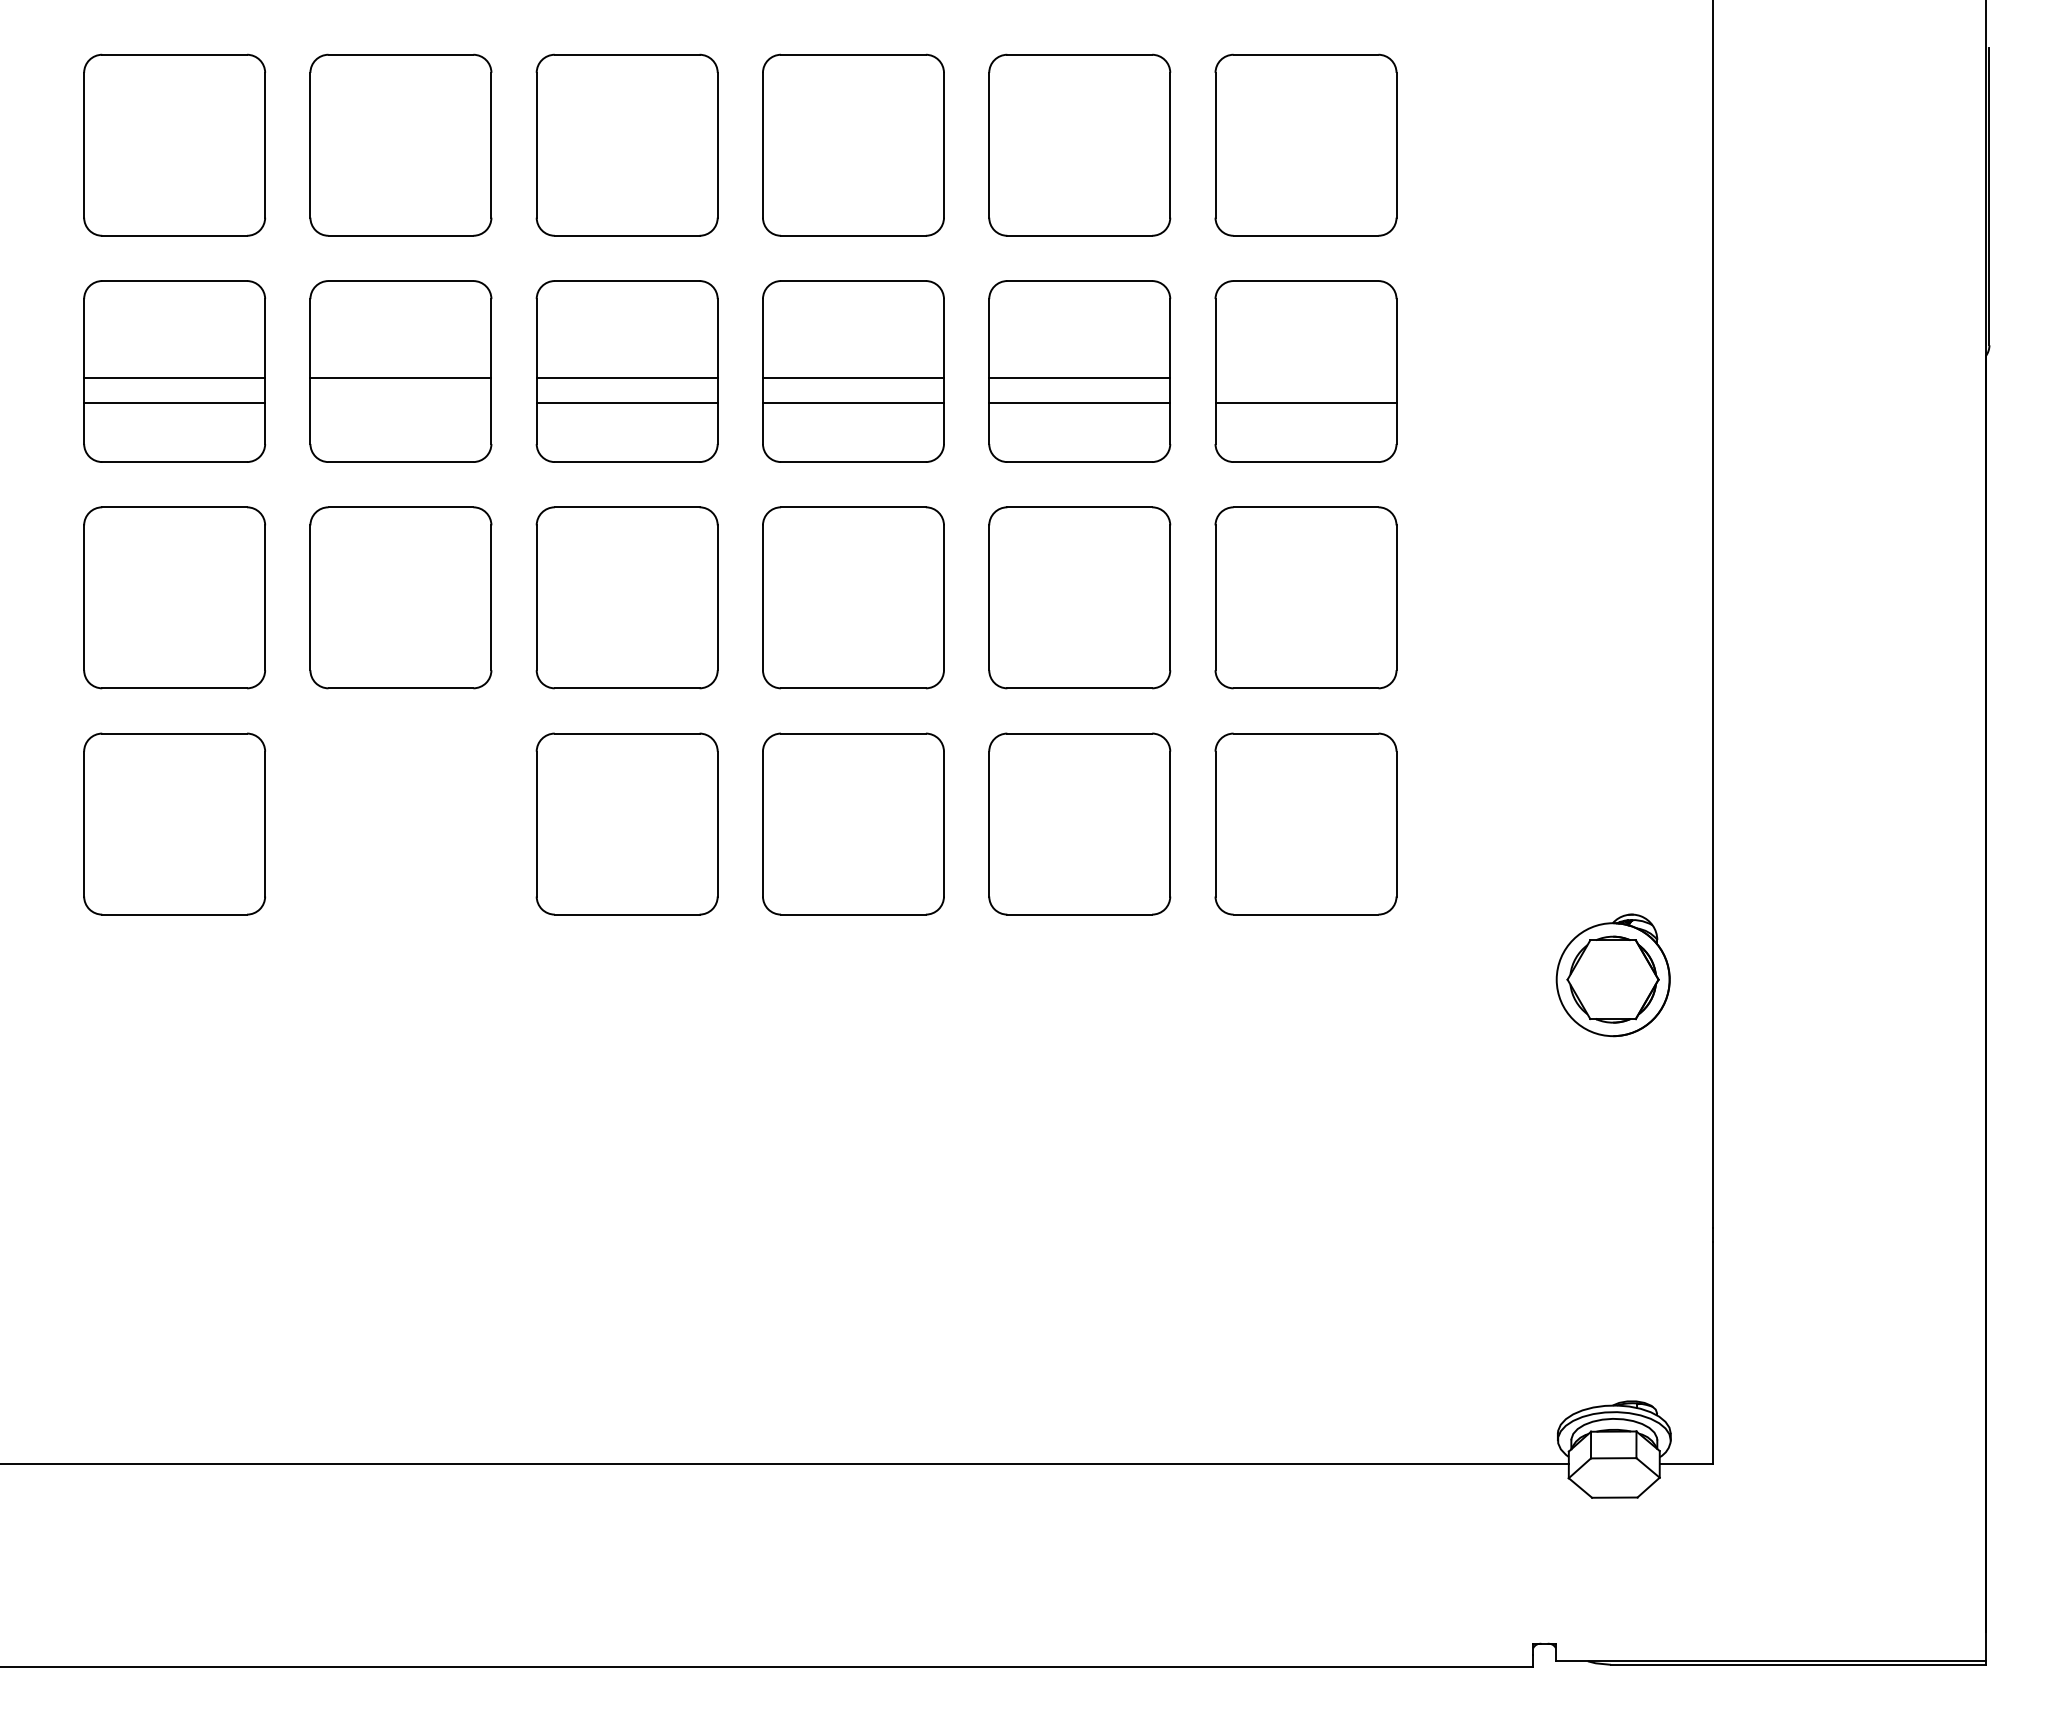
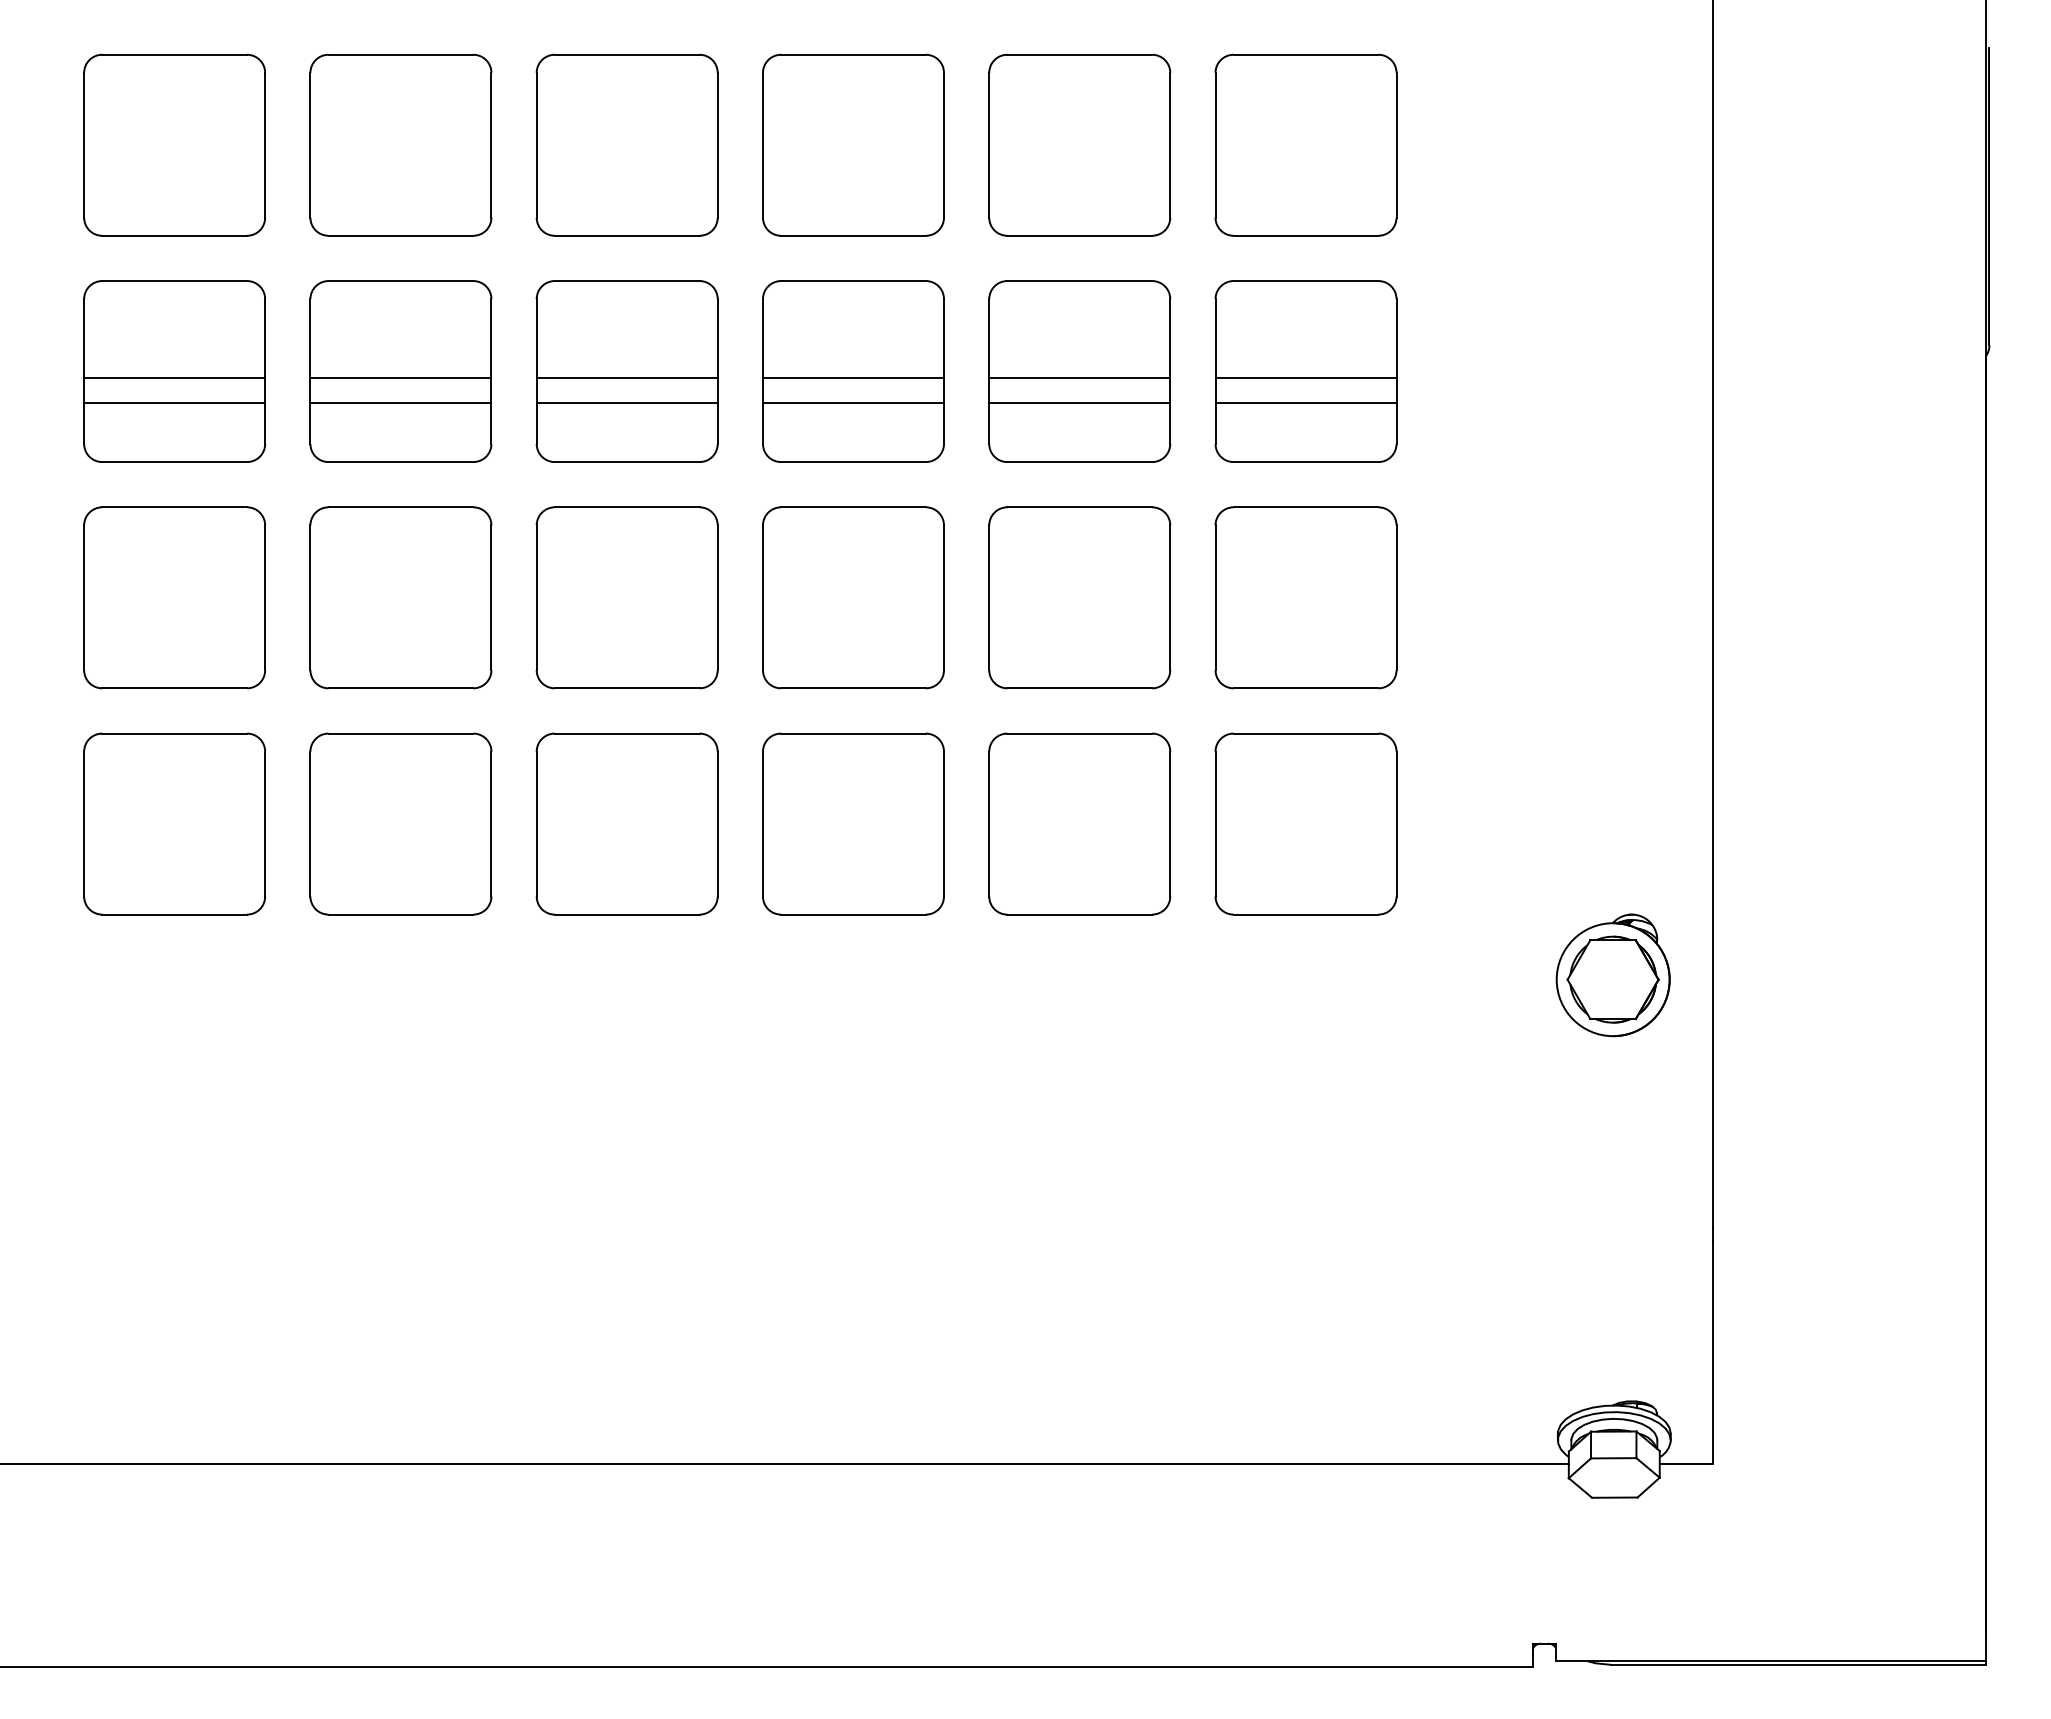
line at (1305, 378): none -> present
line at (400, 402): none -> present
part at (400, 823): none -> present
